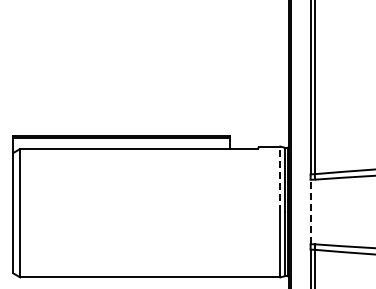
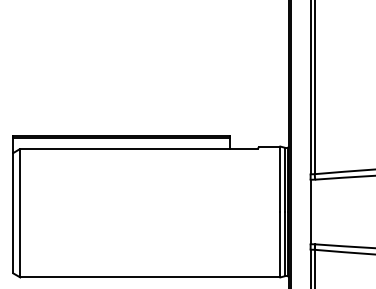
line at (280, 179): dashed -> solid
line at (310, 211): dashed -> solid
